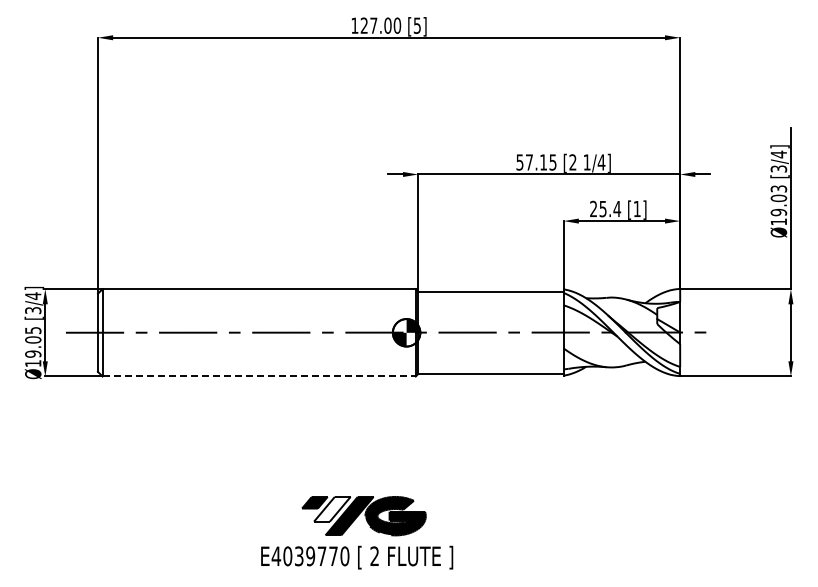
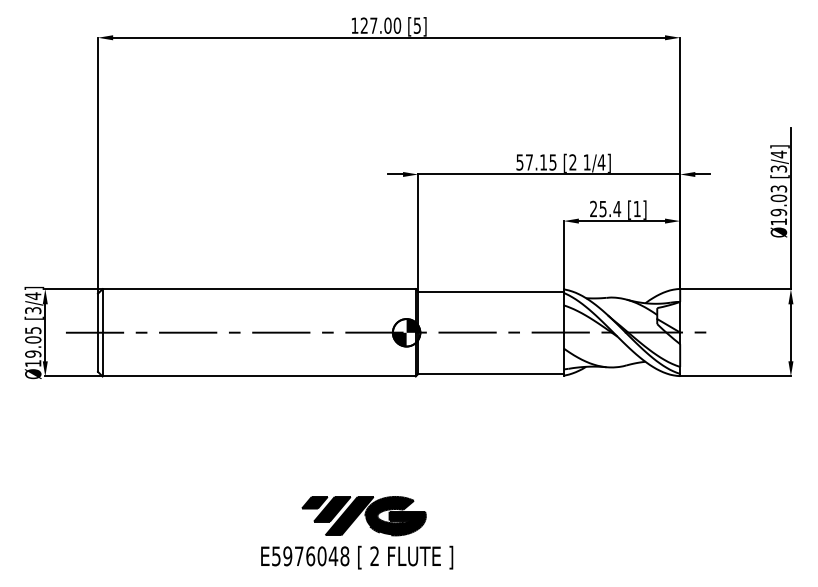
line at (259, 376): dashed -> solid
fill at (332, 508): none -> present
text at (310, 556): E4039770 -> E5976048
